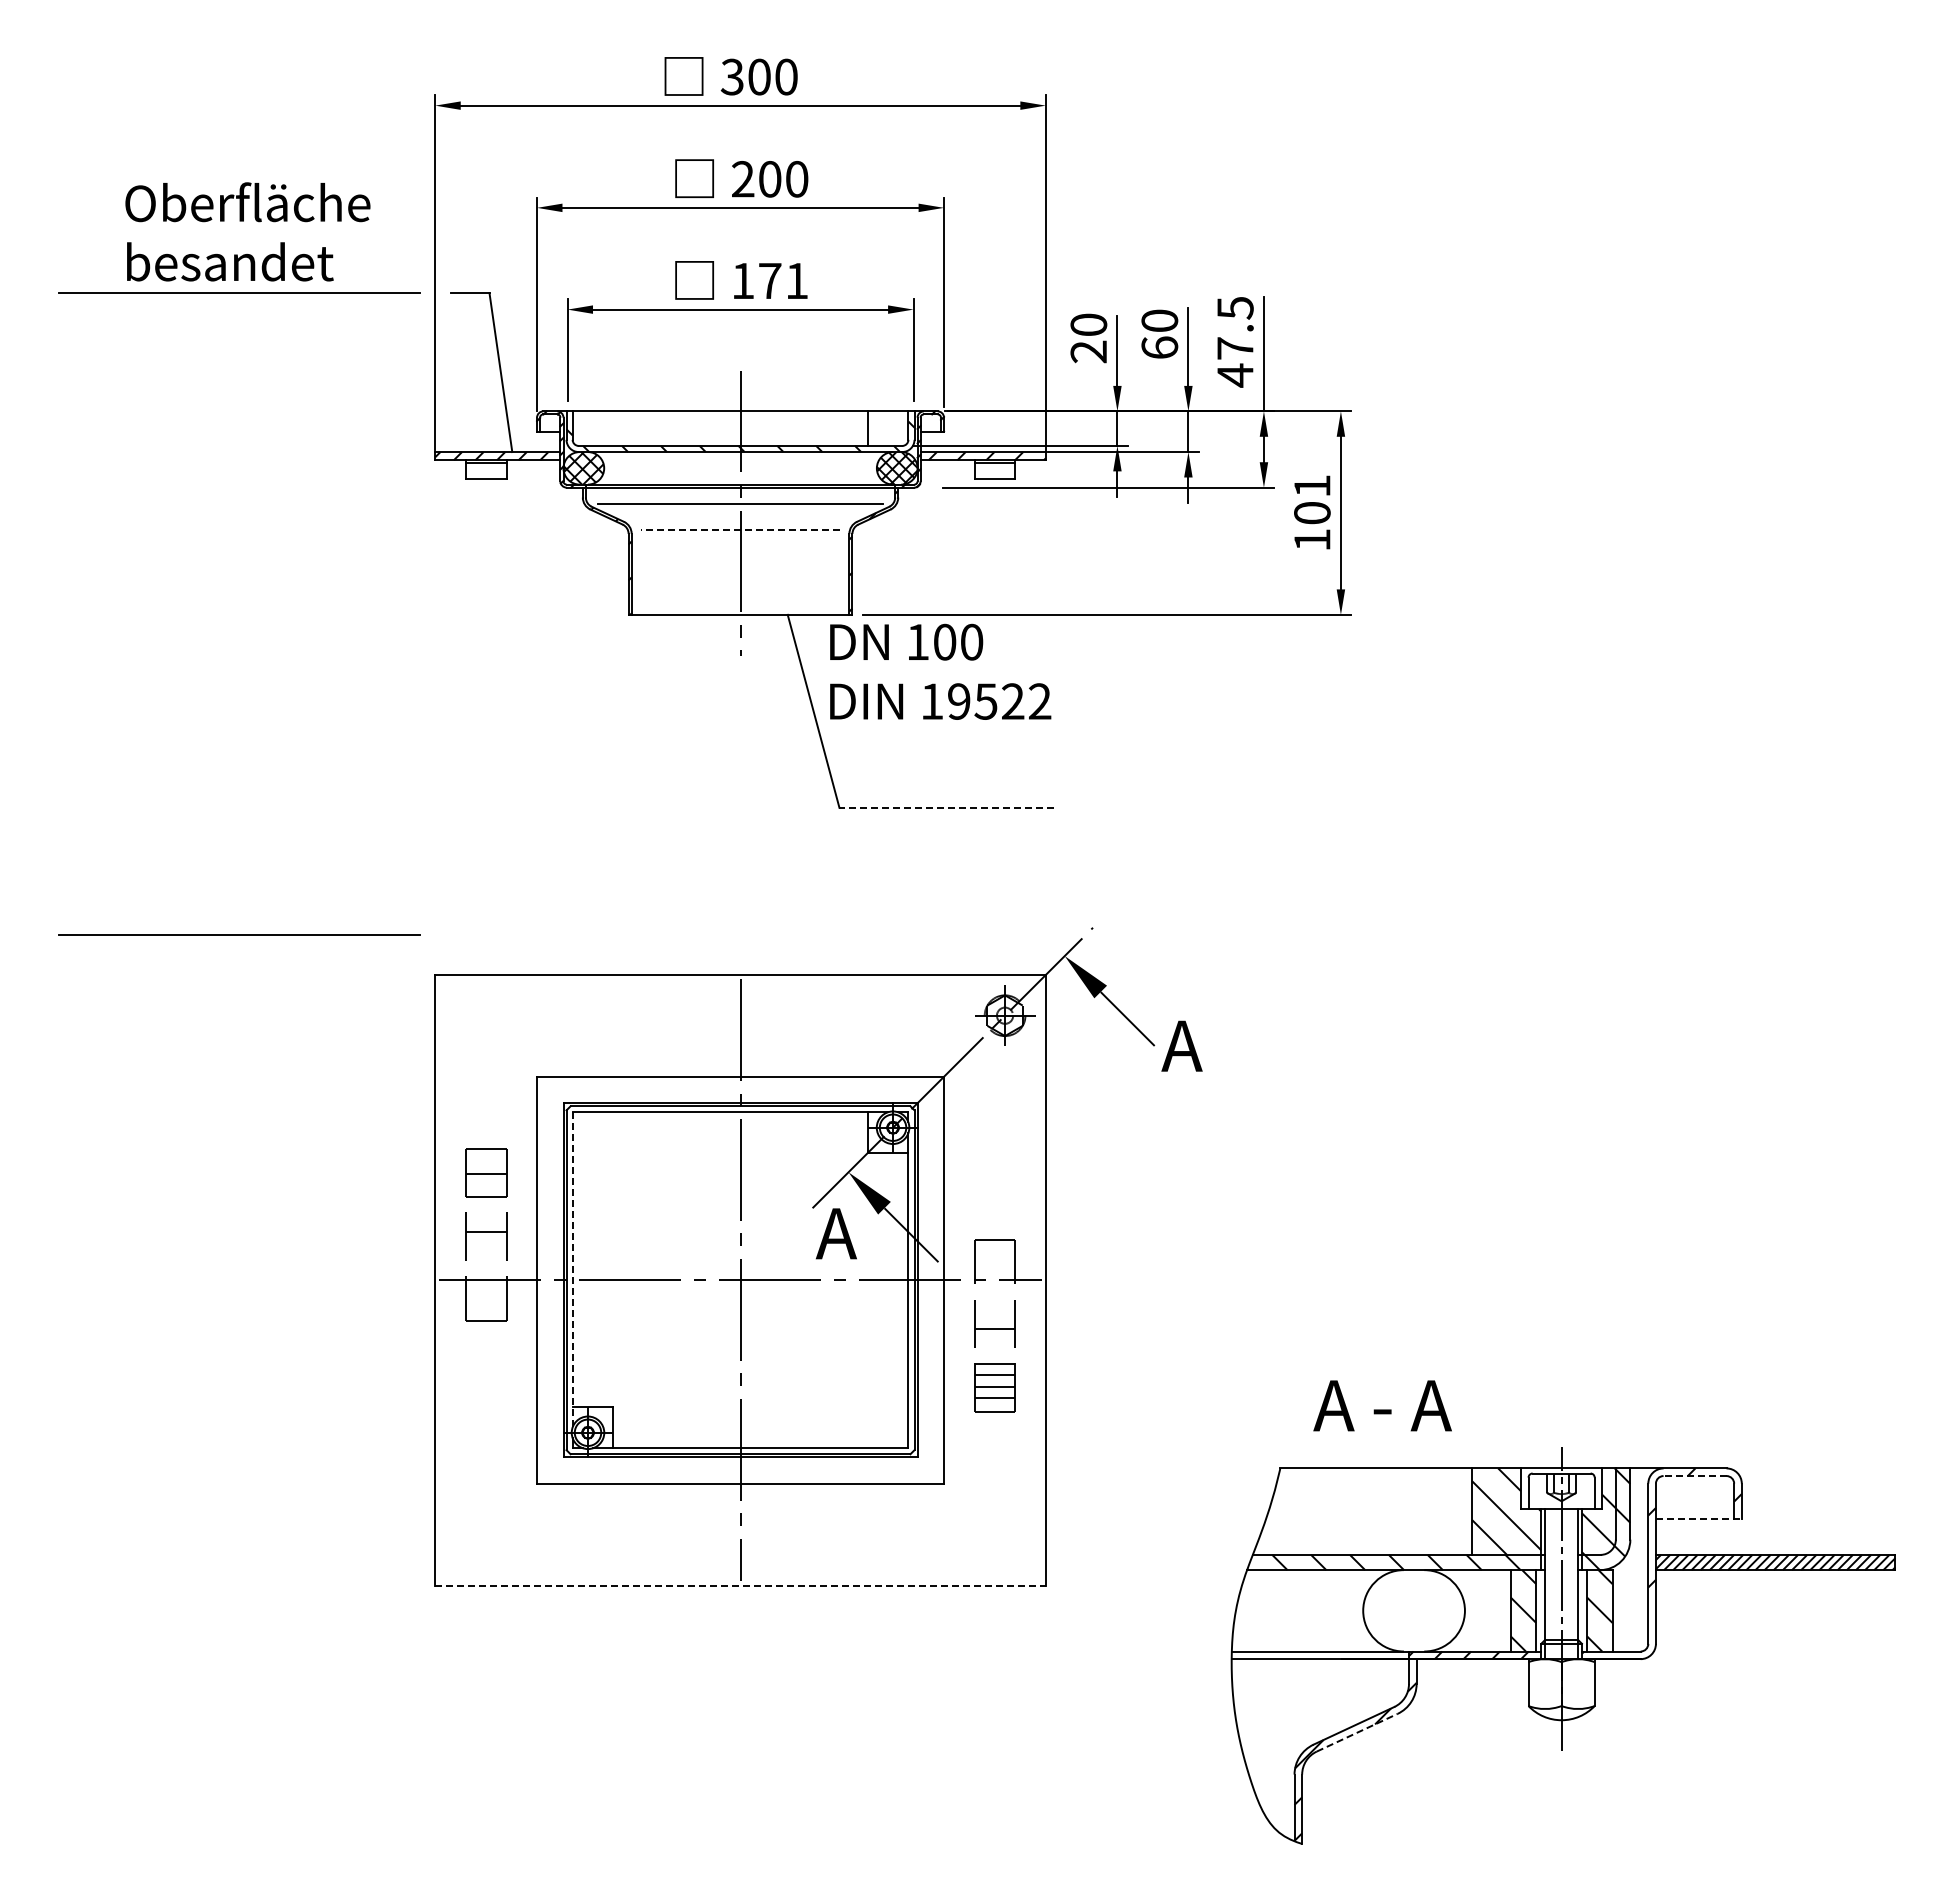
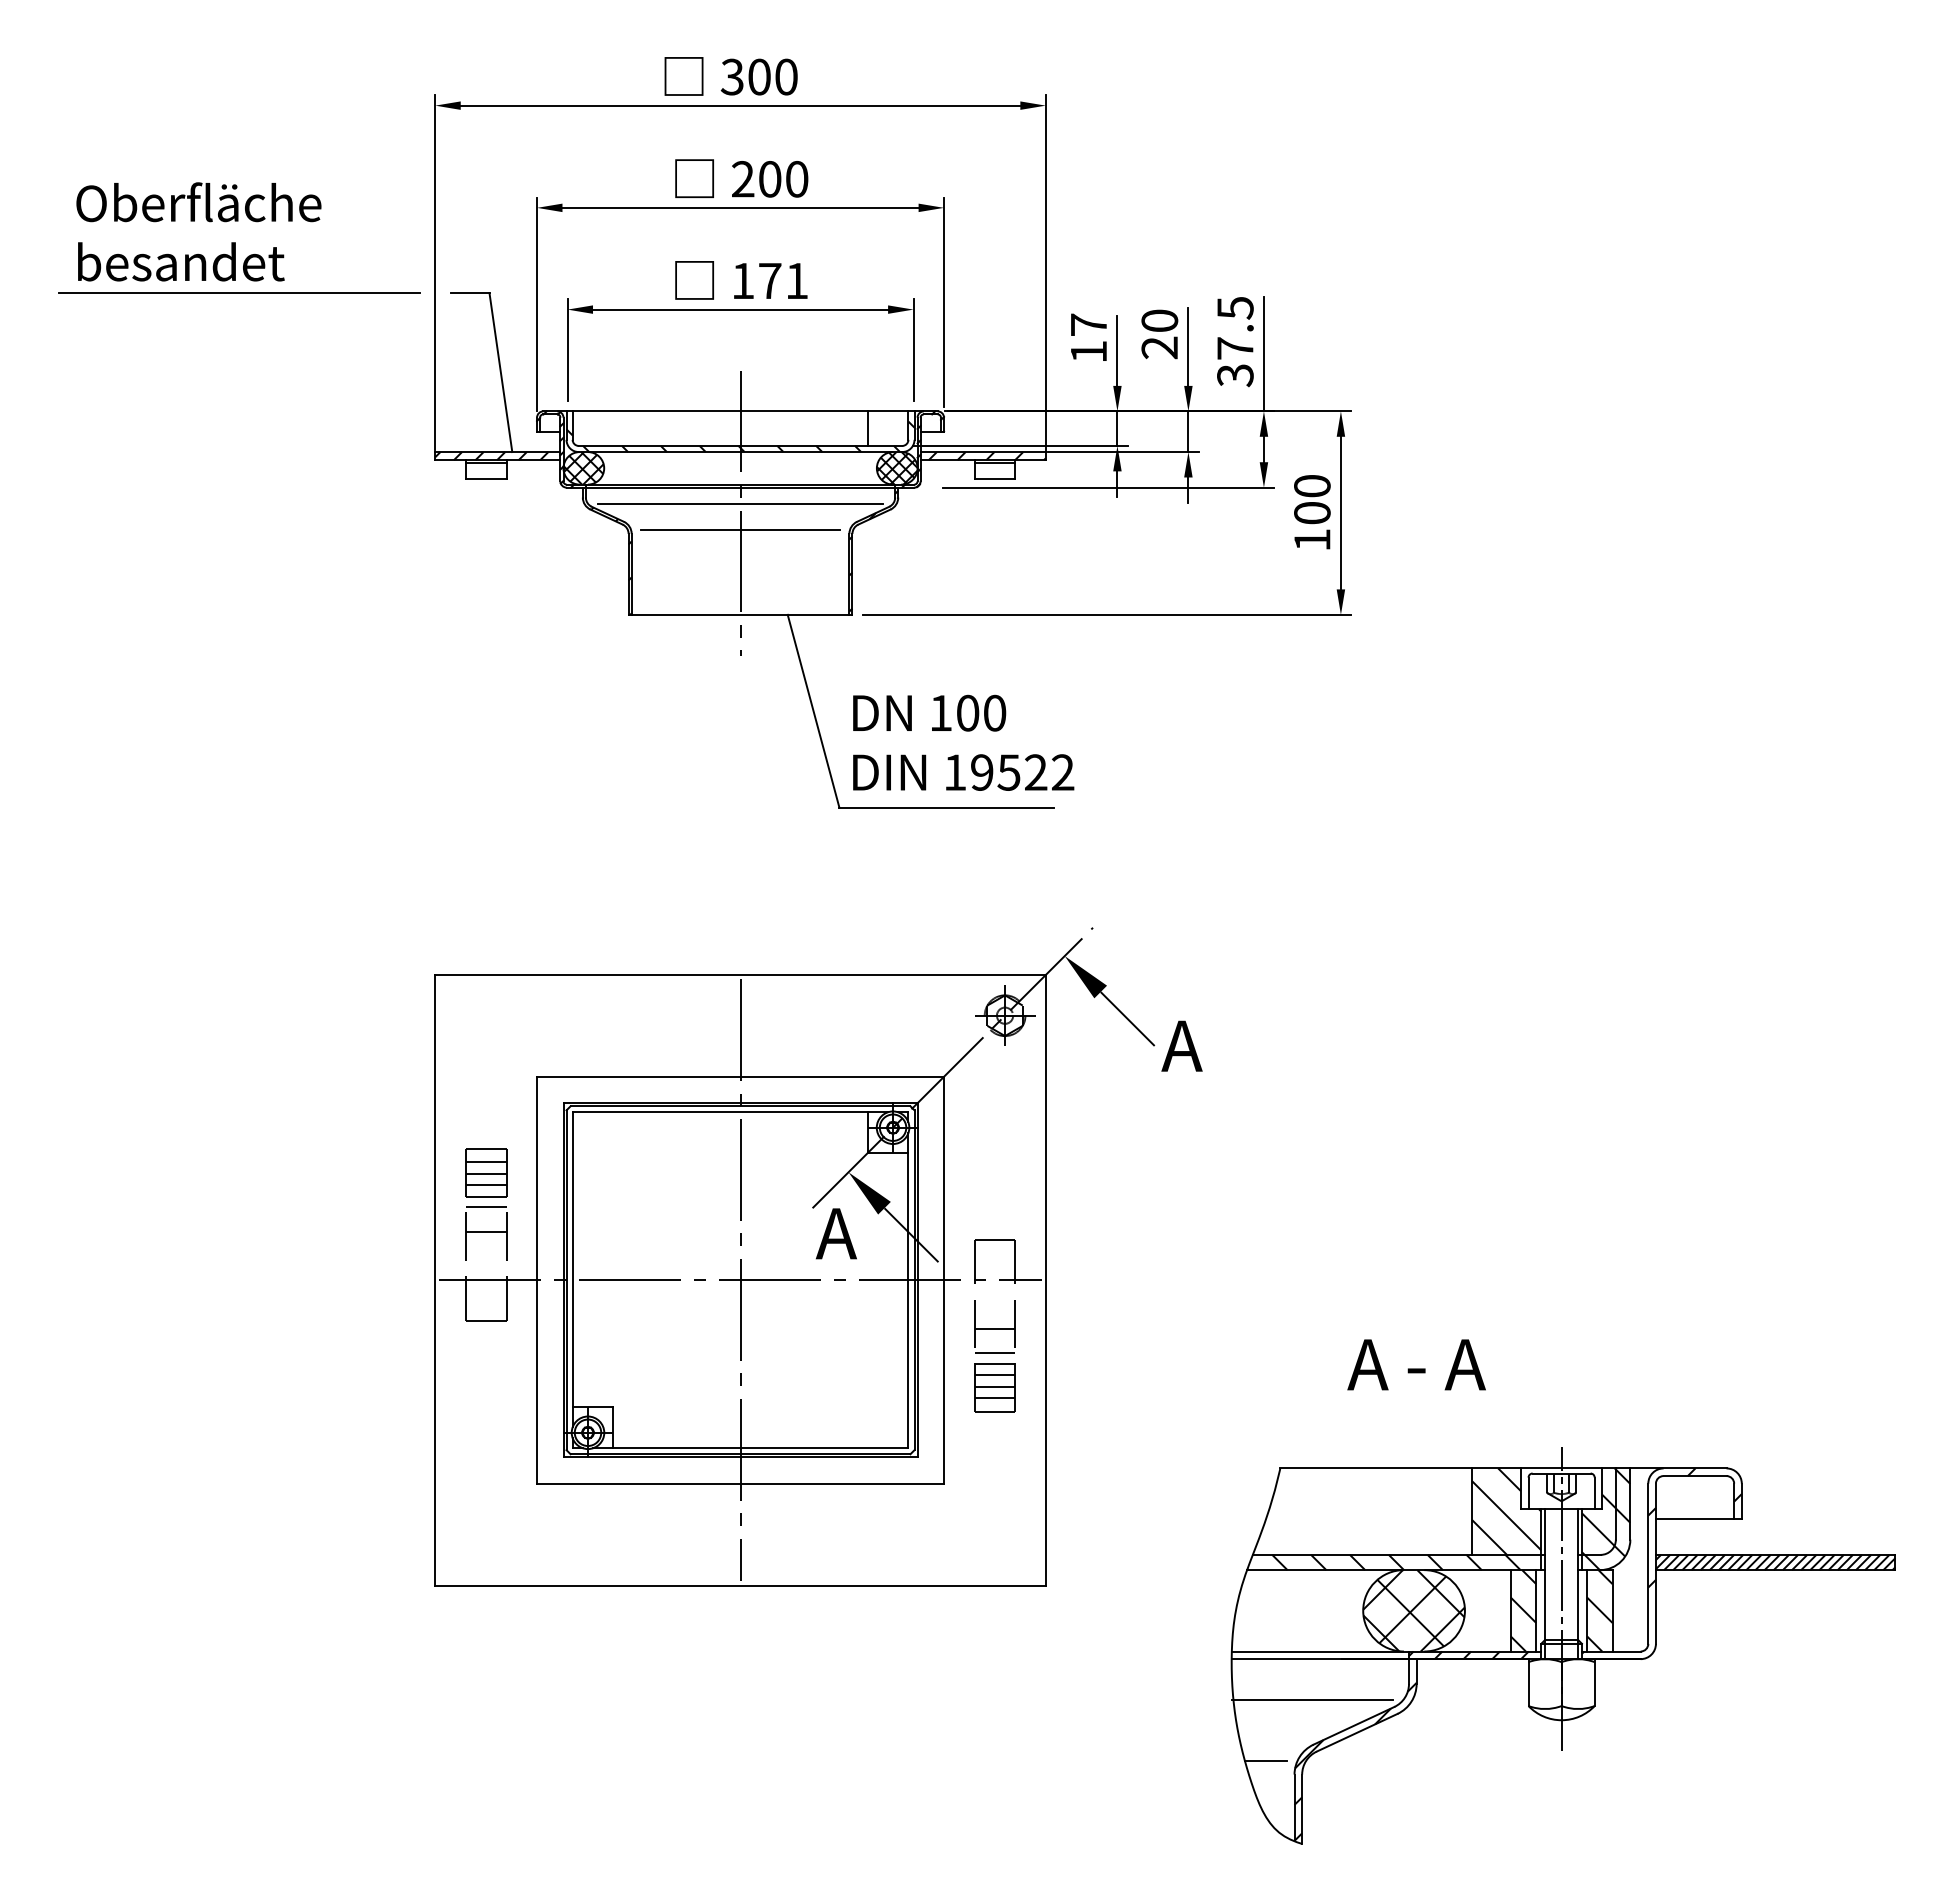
text at (247, 231) position: (247, 231) -> (198, 231)
text at (1088, 338): 20 -> 17
text at (1159, 347): 60 -> 20
text at (1235, 375): 47.5 -> 37.5
text at (1312, 486): 101 -> 100
line at (740, 529): dashed -> solid
text at (940, 671) position: (940, 671) -> (963, 742)
line at (946, 807): dashed -> solid
line at (239, 934): present -> none
line at (485, 1162): none -> present
line at (485, 1185): none -> present
line at (485, 1207): none -> present
line at (572, 1269): dashed -> solid
line at (994, 1353): none -> present
text at (1382, 1405) position: (1382, 1405) -> (1416, 1364)
line at (1694, 1476): dashed -> solid
line at (1698, 1519): dashed -> solid
line at (741, 1585): dashed -> solid
hatch at (1413, 1610): none -> present
line at (1311, 1700): none -> present
line at (1357, 1732): dashed -> solid
line at (1266, 1761): none -> present
